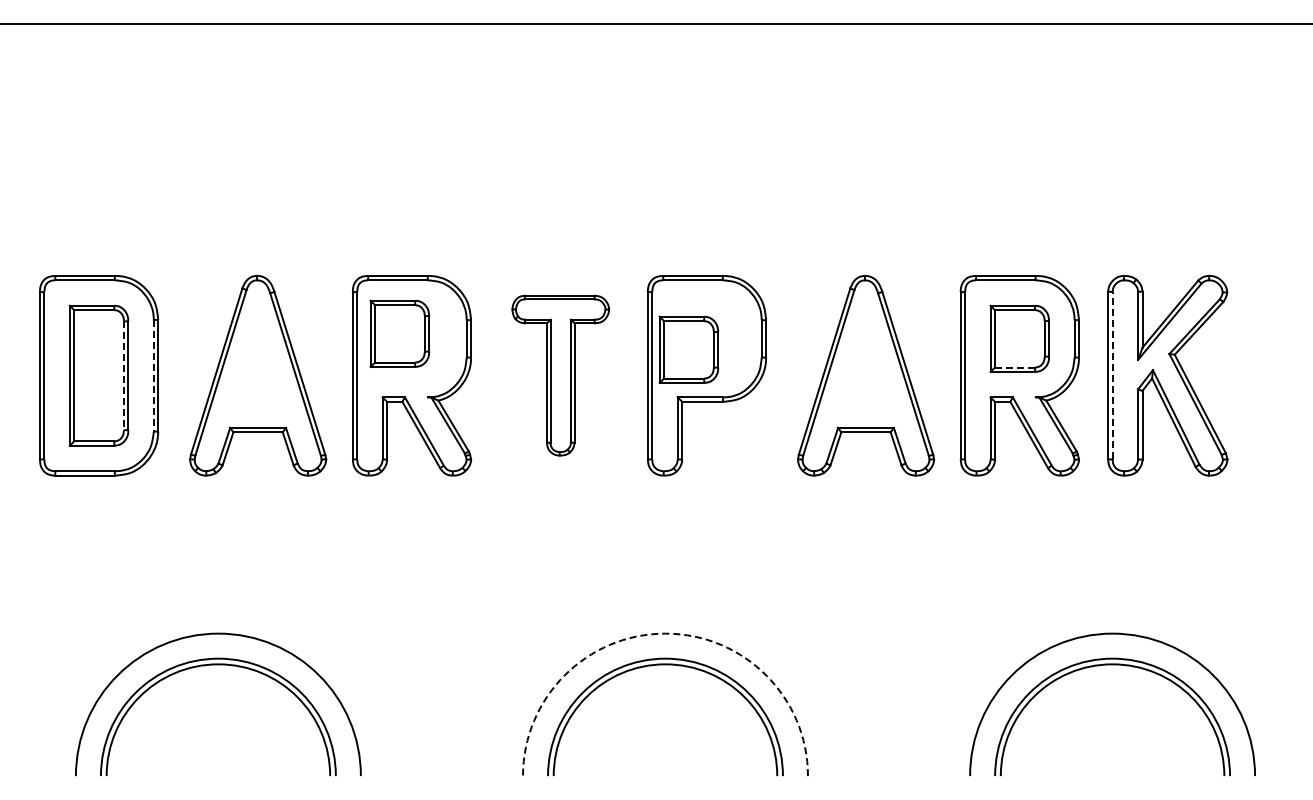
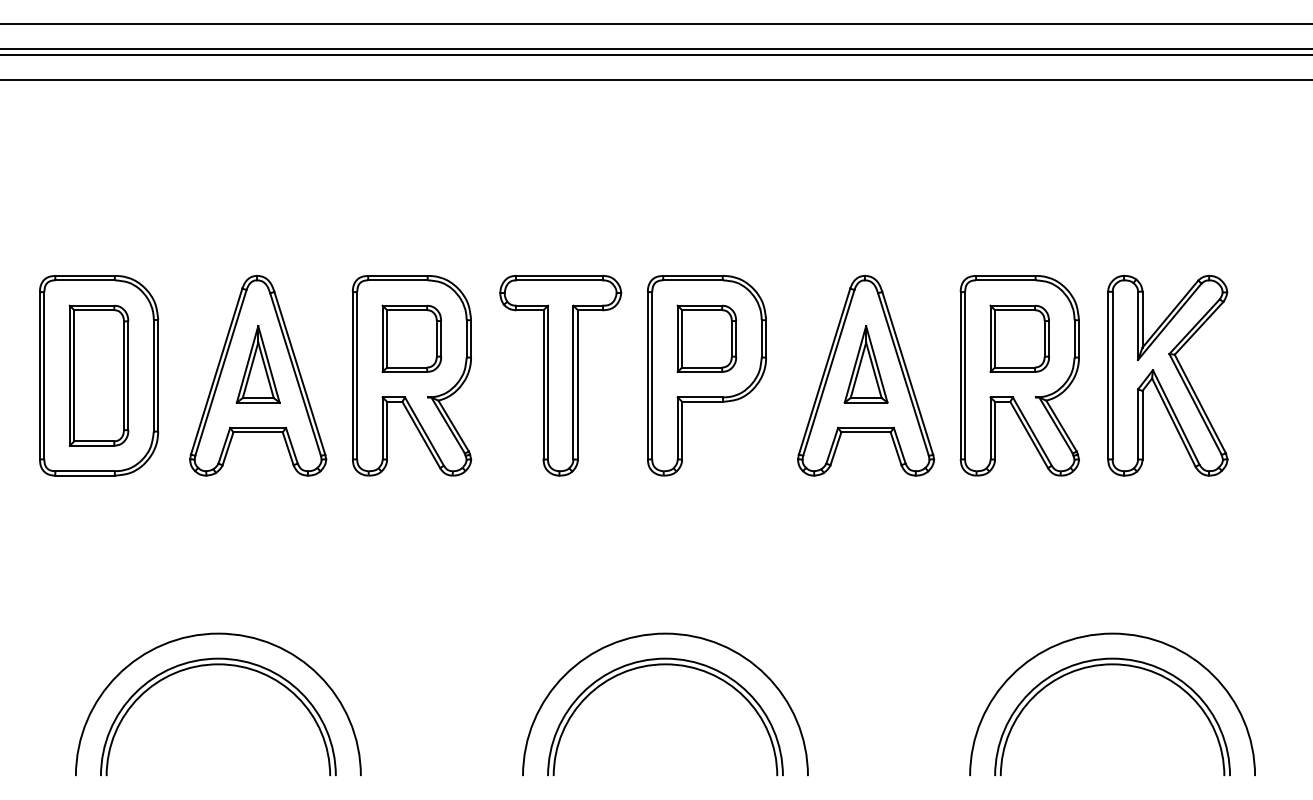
line at (655, 48): none -> present
line at (655, 54): none -> present
line at (655, 79): none -> present
part at (399, 333) position: (399, 333) -> (411, 338)
part at (688, 349) position: (688, 349) -> (706, 338)
part at (257, 364): none -> present
part at (865, 364): none -> present
line at (1015, 367): dashed -> solid
line at (153, 375): dashed -> solid
part at (560, 375) size: 100x163 px -> 124x203 px
line at (1112, 375): dashed -> solid
line at (123, 376): dashed -> solid
arc at (665, 633): dashed -> solid
